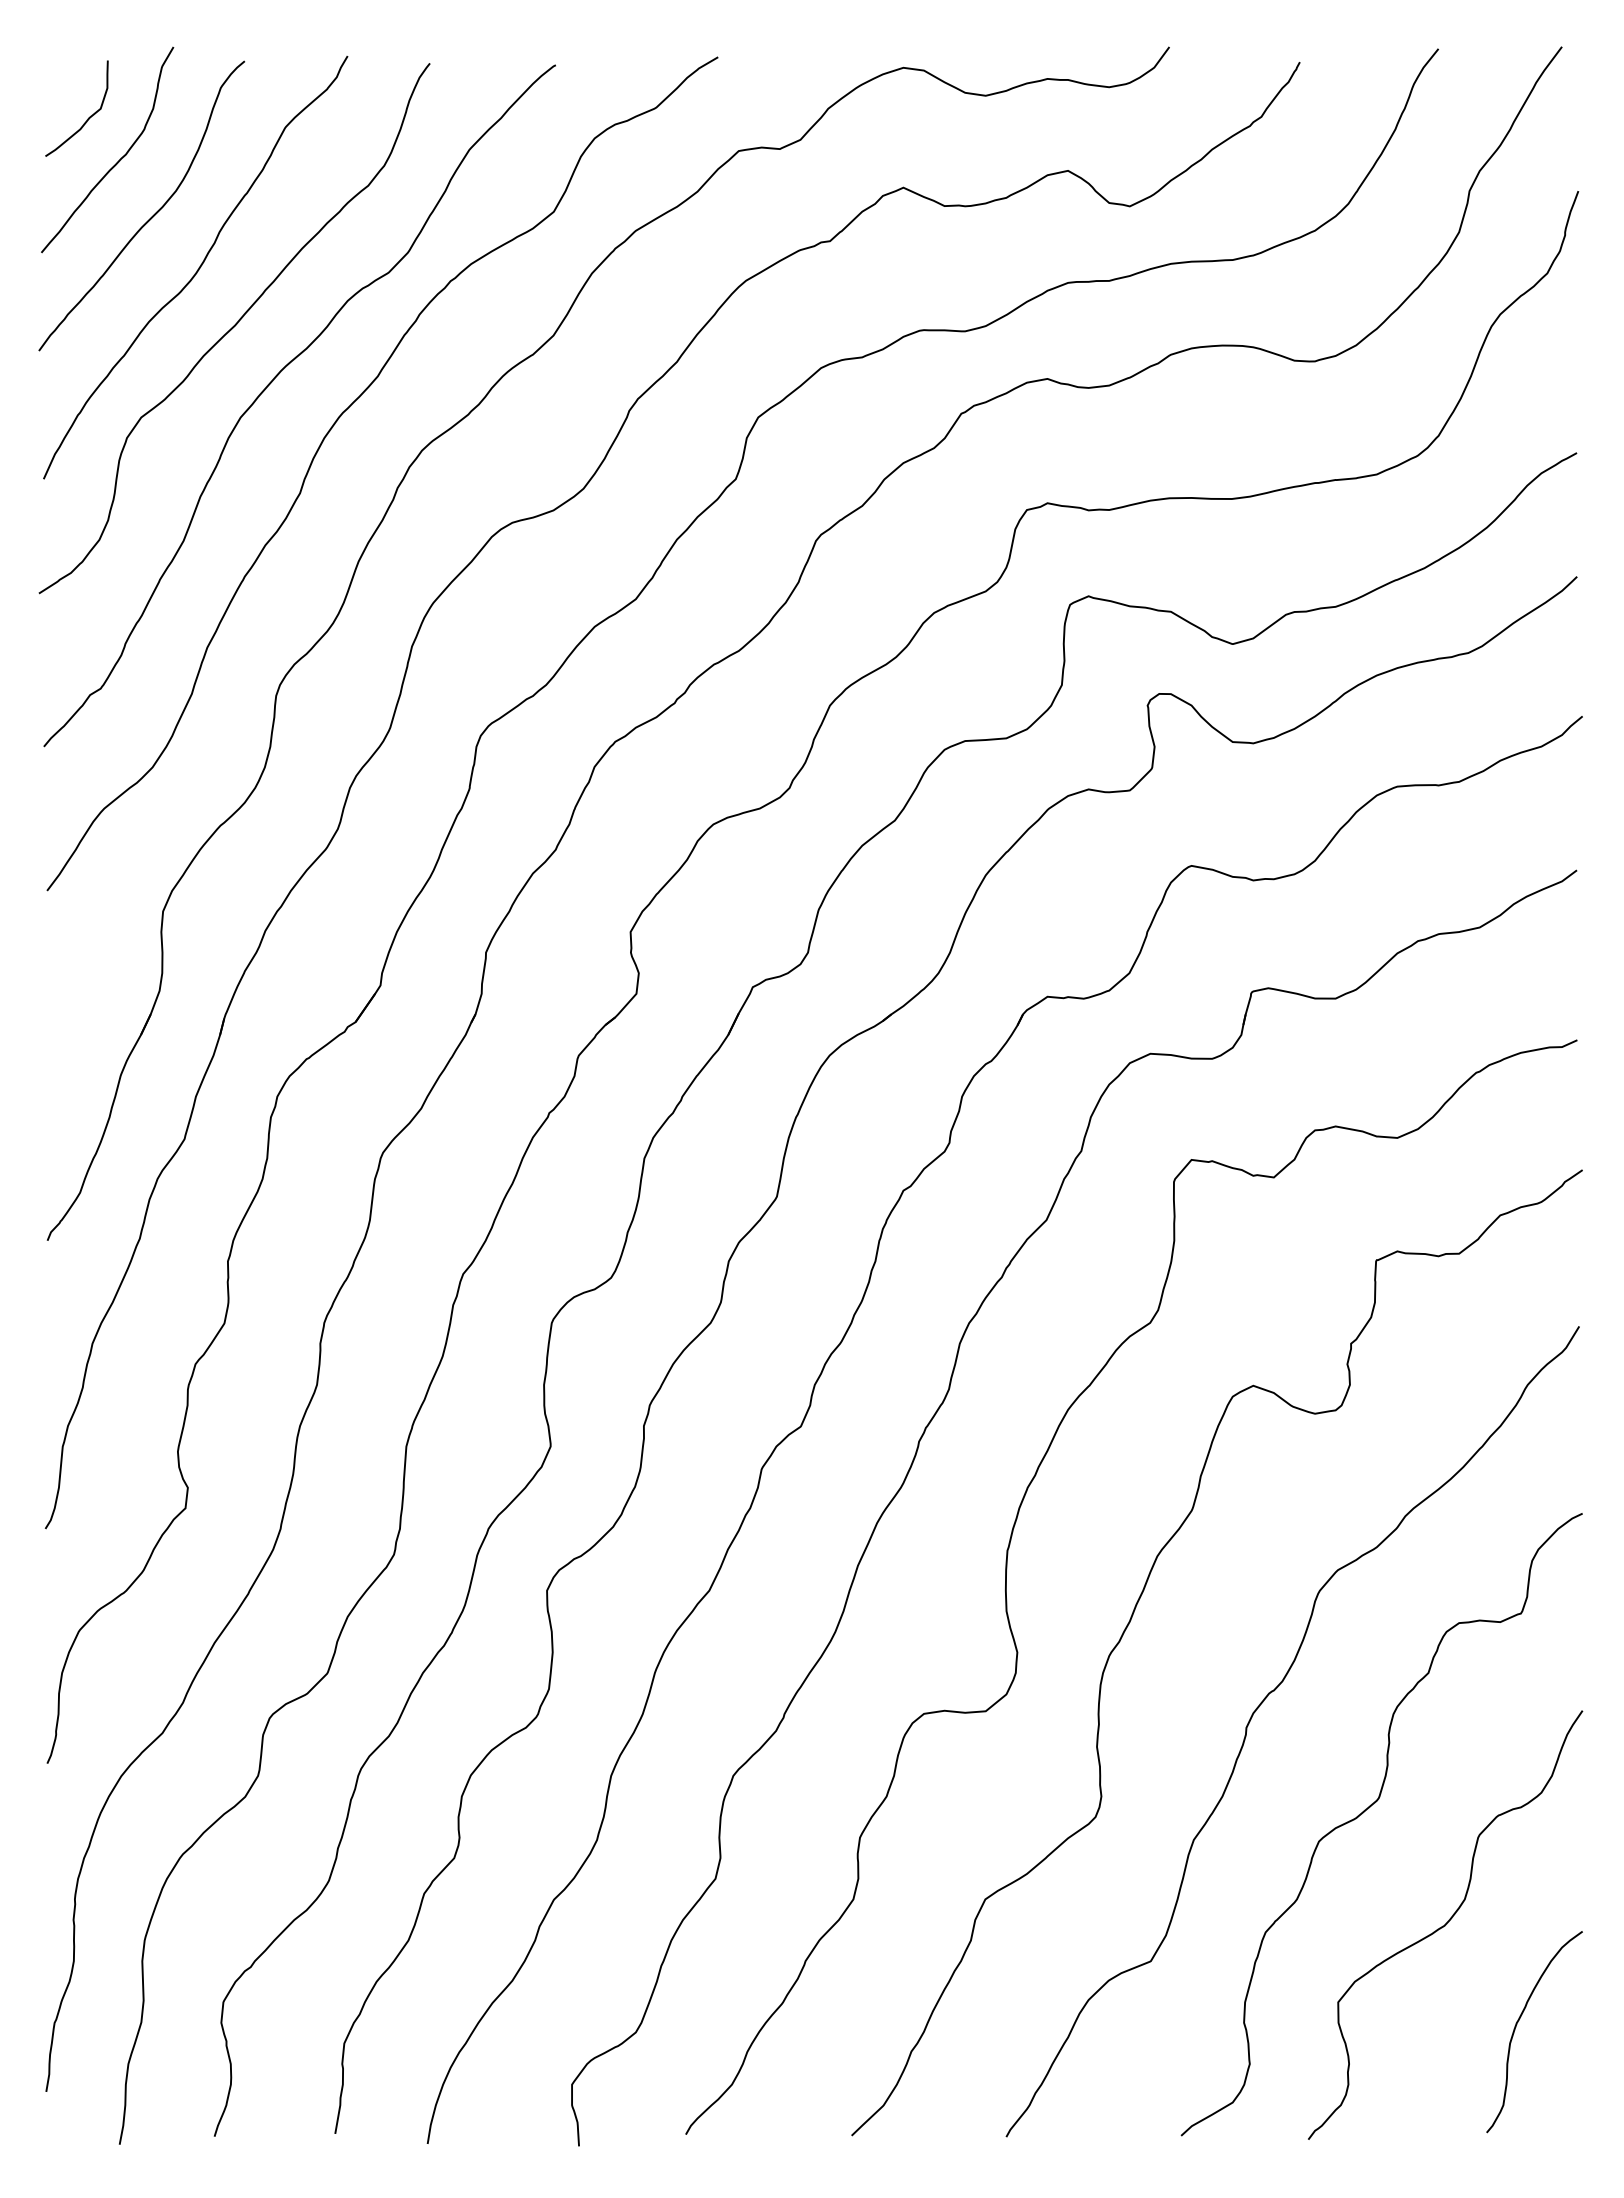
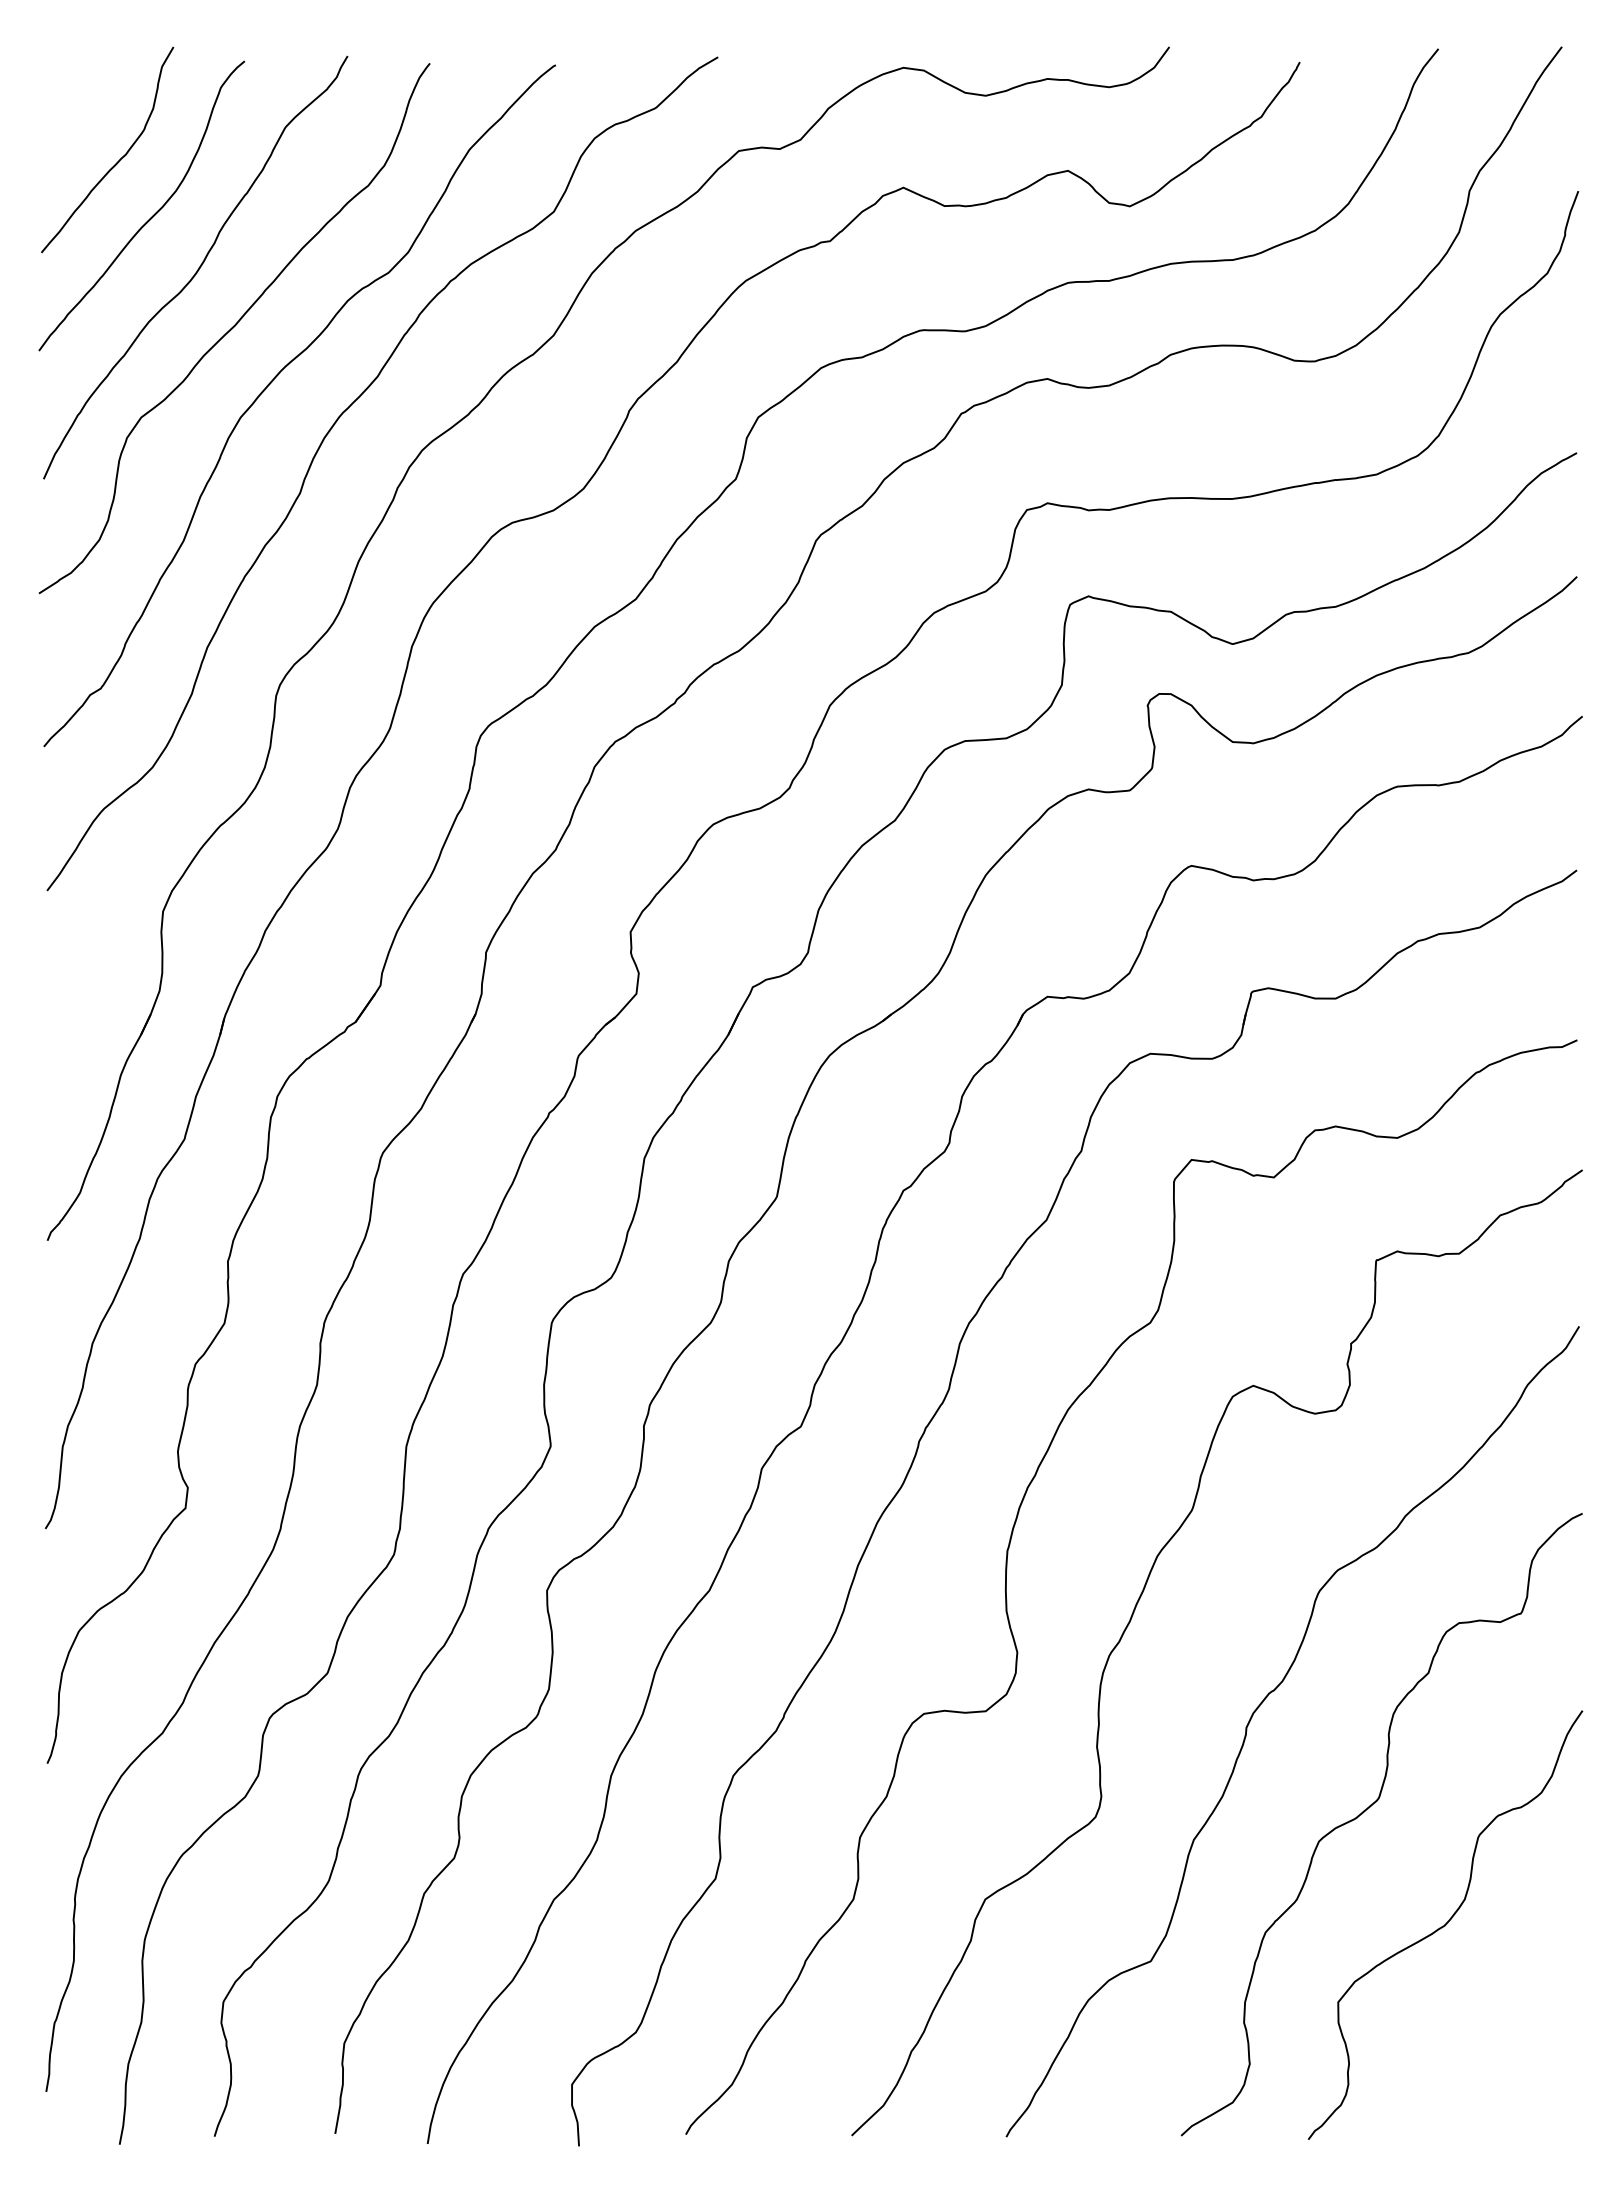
curve at (87, 118): present -> none
curve at (1516, 2027): present -> none
